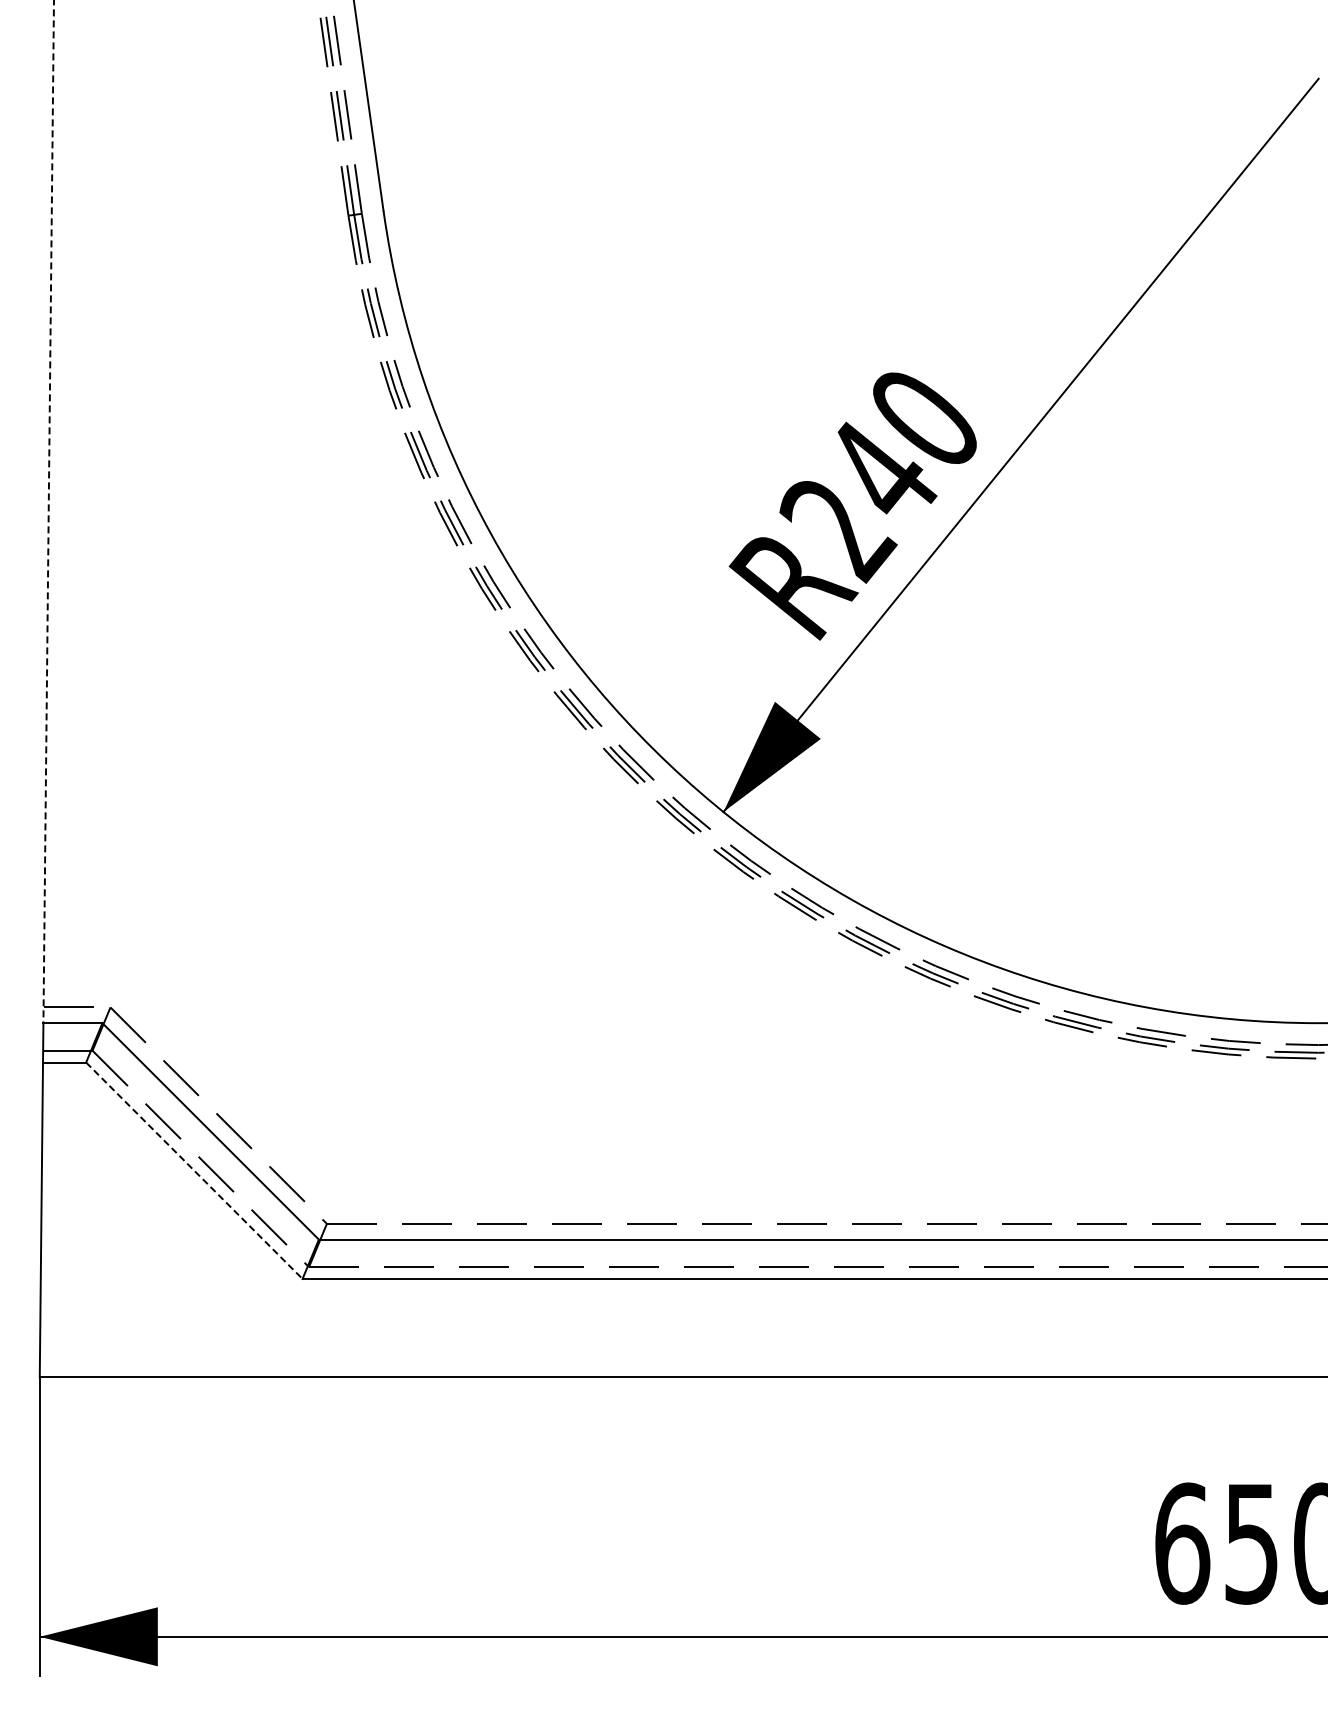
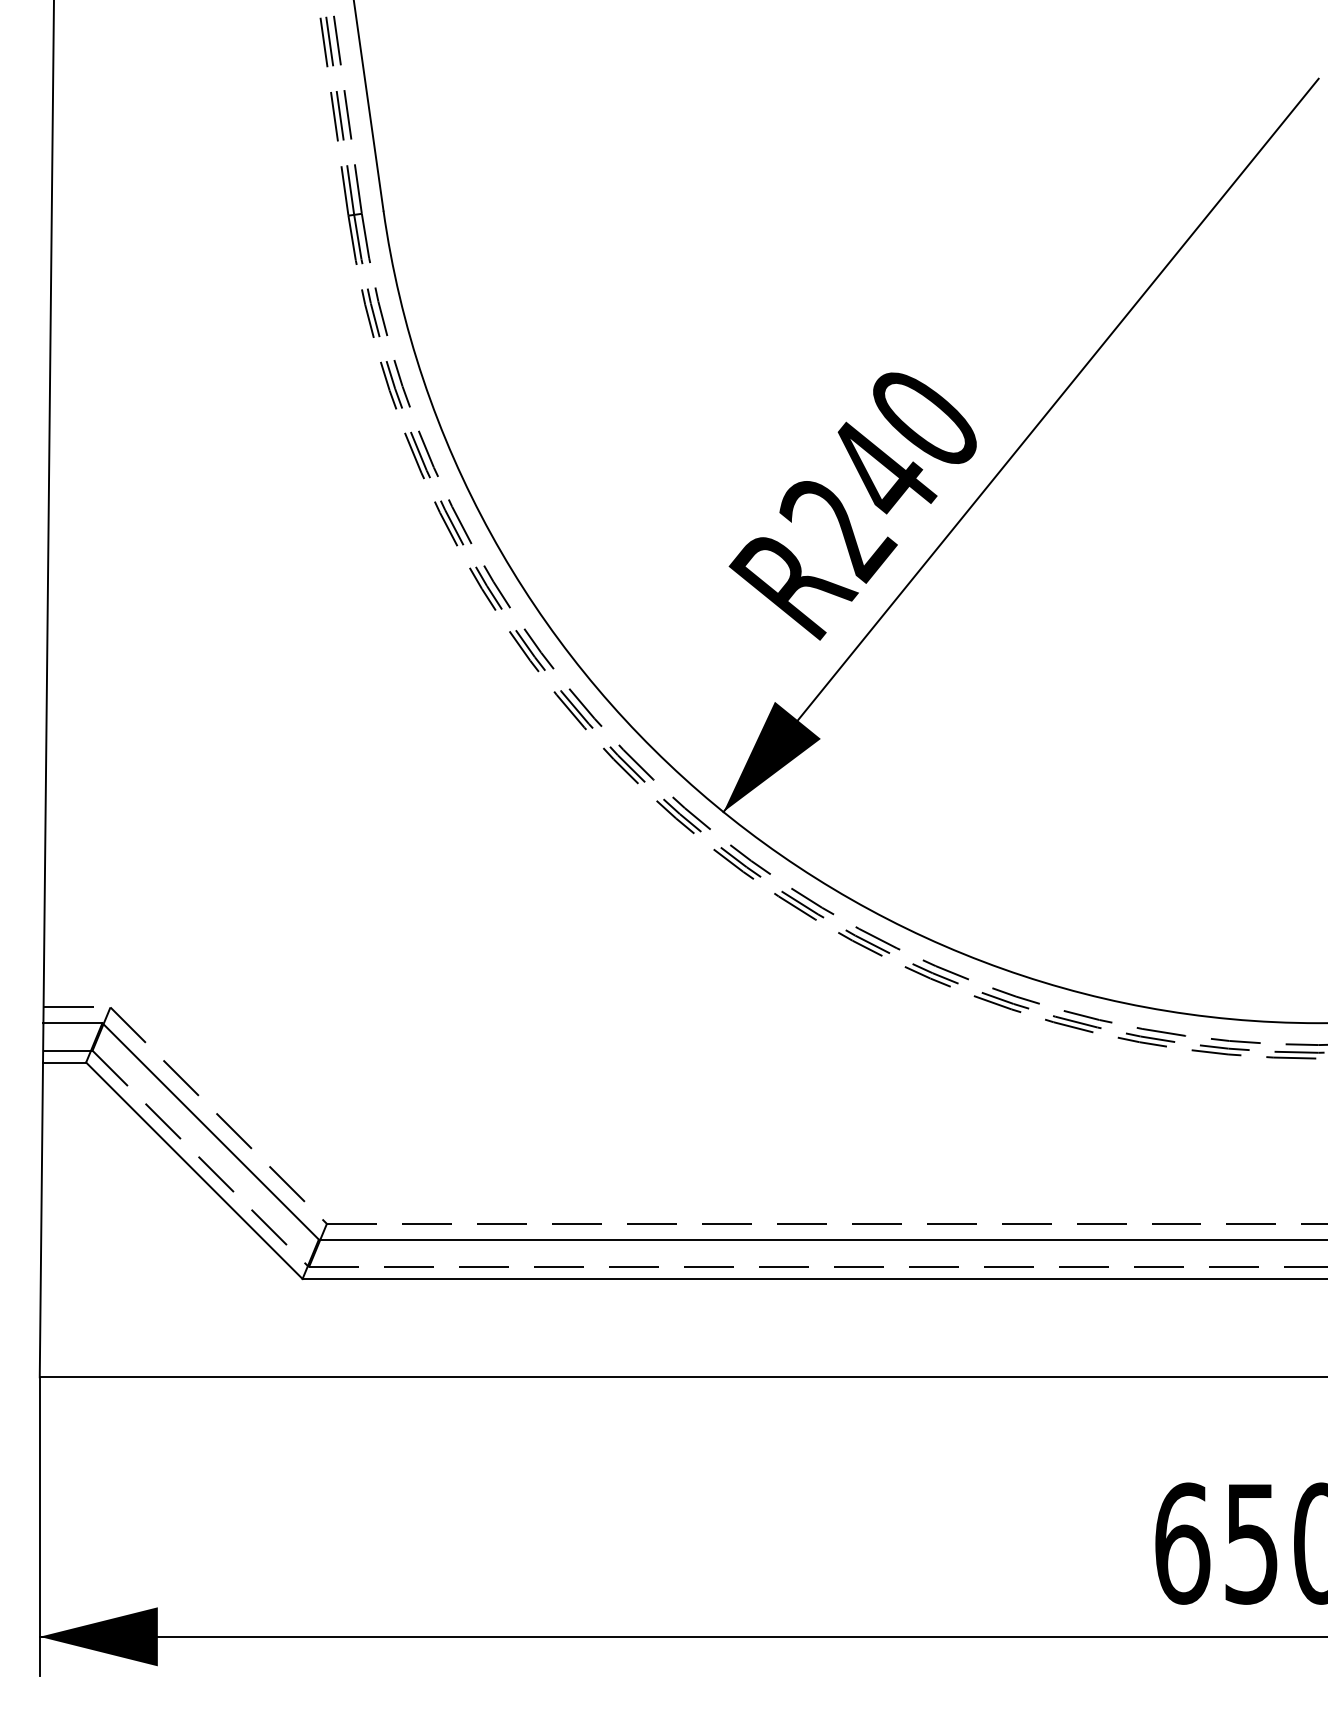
line at (48, 512): dashed -> solid
line at (194, 1171): dashed -> solid
